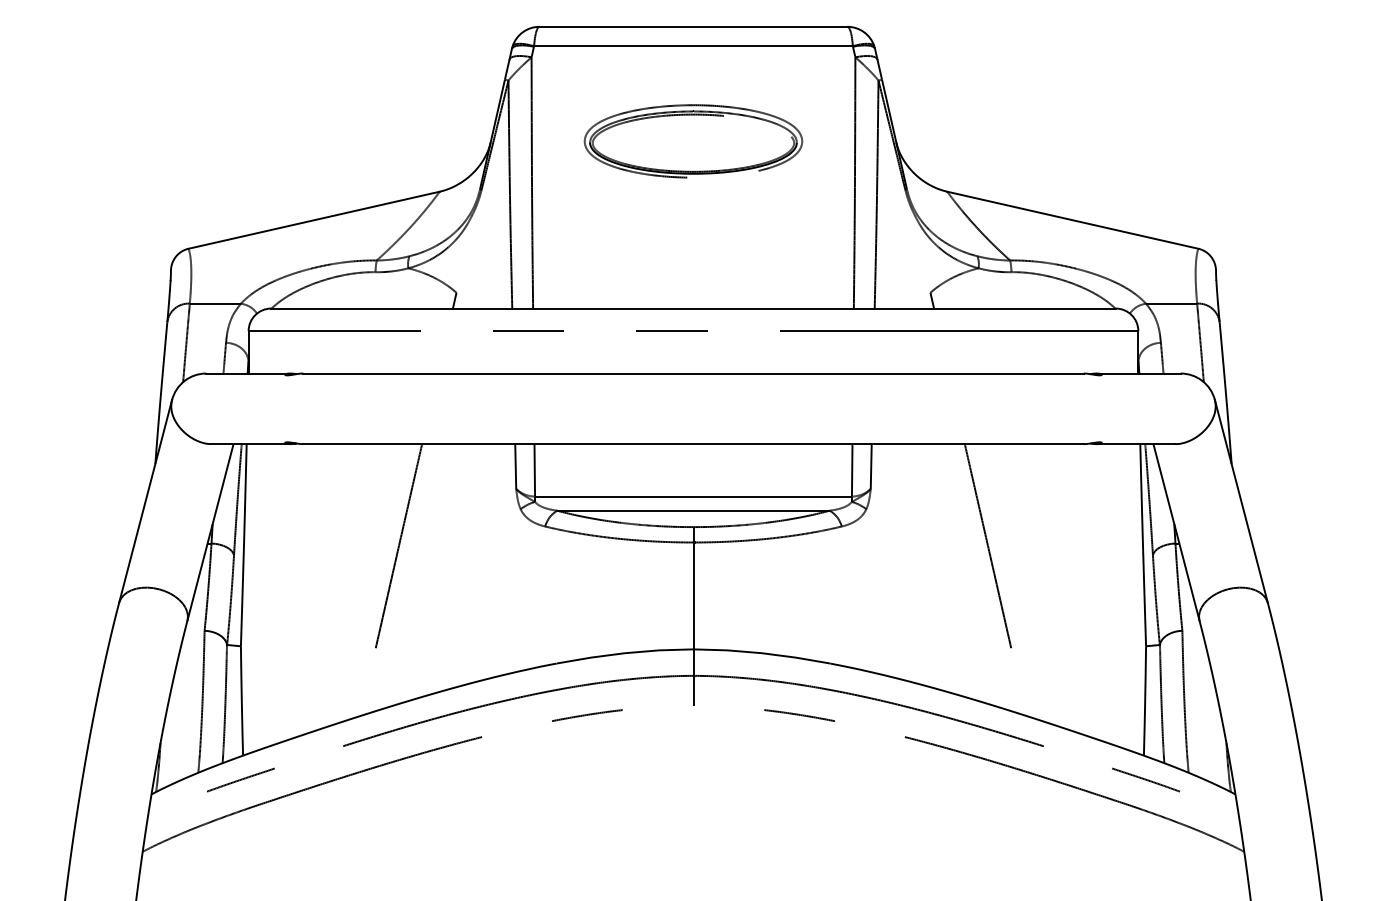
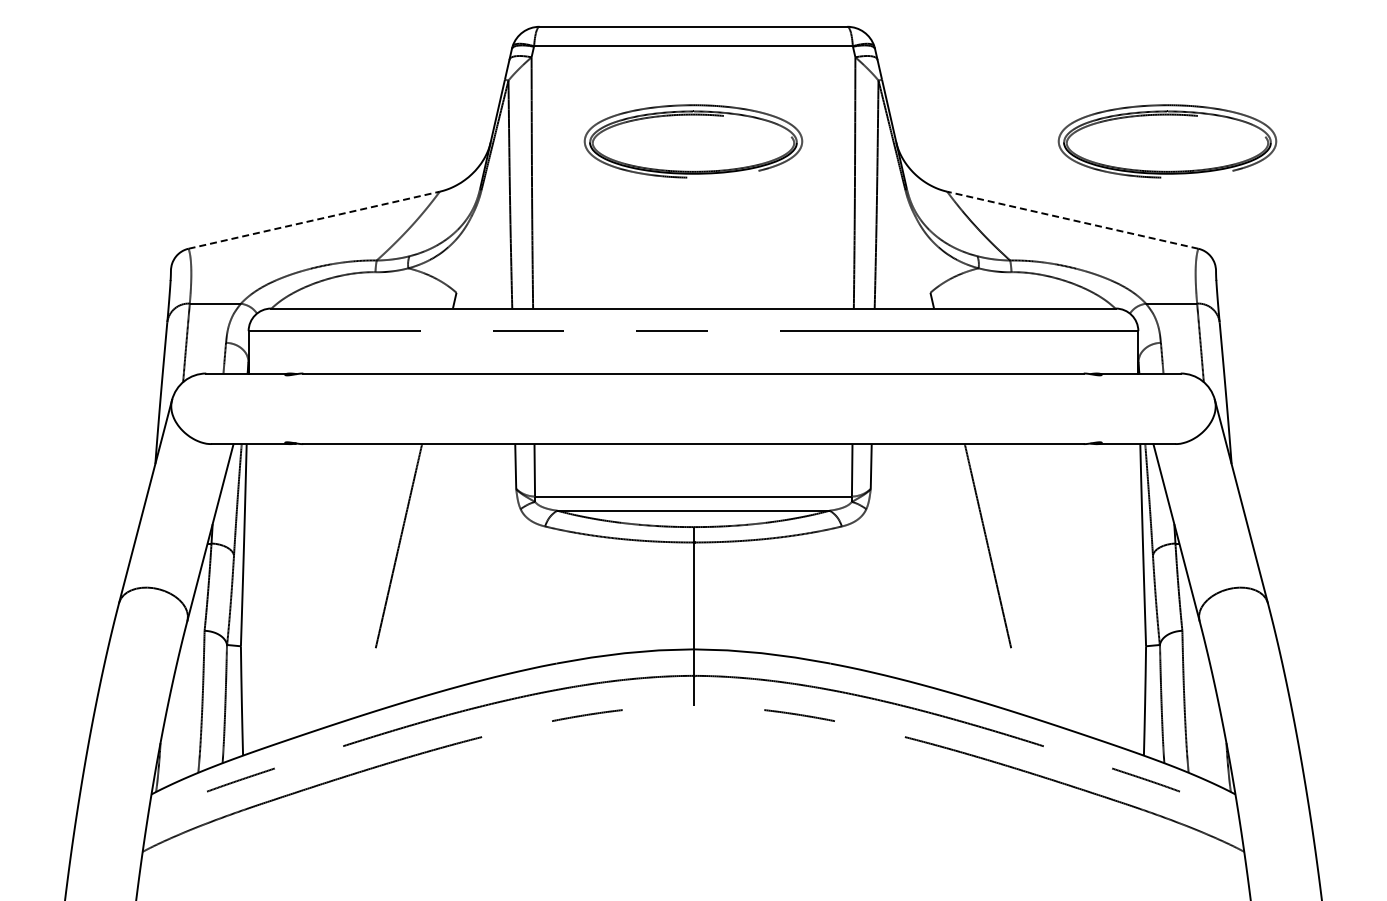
part at (1167, 141): none -> present
line at (314, 220): solid -> dashed
line at (1072, 220): solid -> dashed
